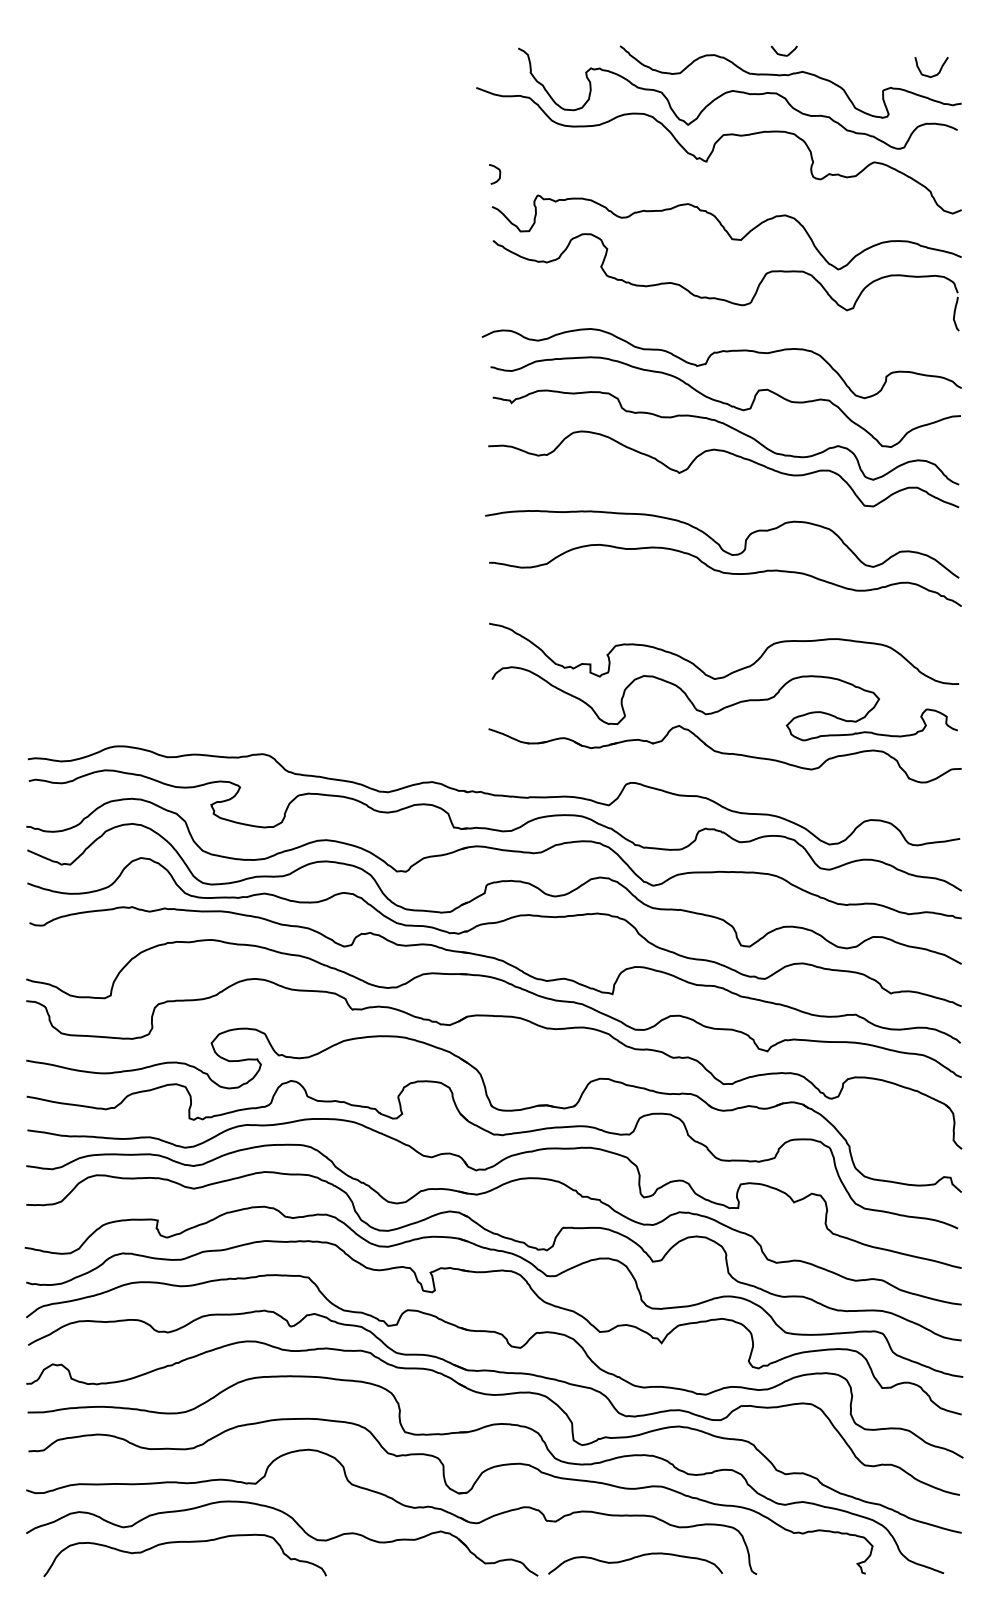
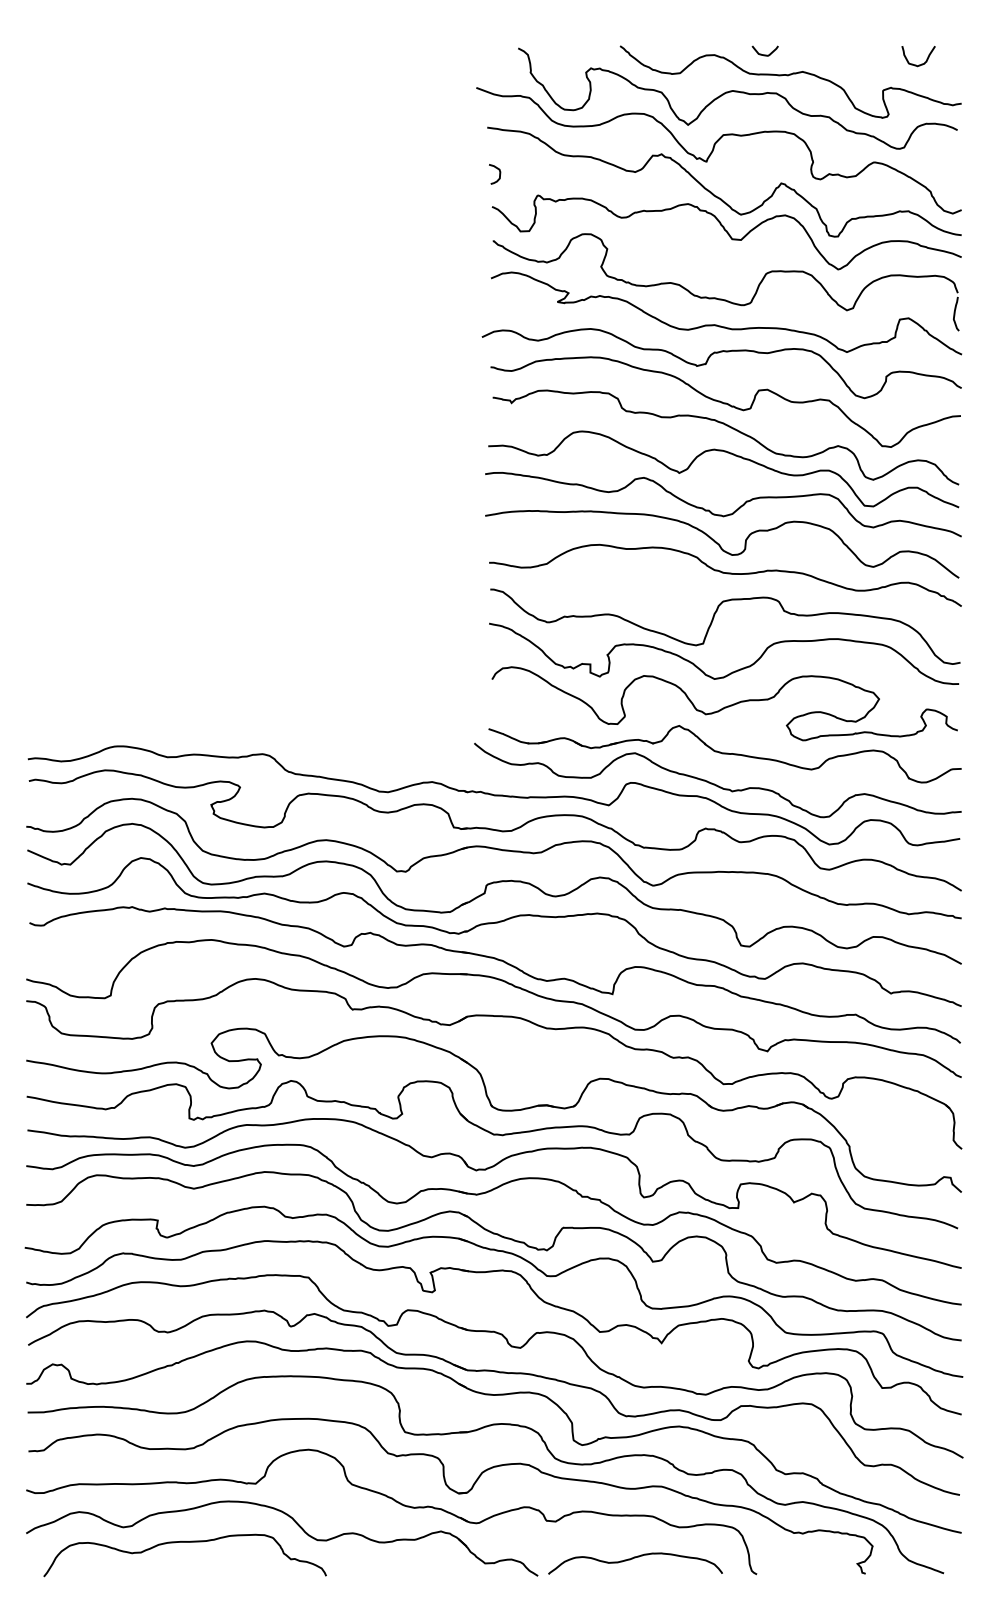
curve at (783, 54) position: (783, 54) -> (764, 54)
curve at (934, 74) position: (934, 74) -> (921, 63)
curve at (716, 195): none -> present
curve at (721, 325): none -> present
curve at (721, 514): none -> present
curve at (712, 623): none -> present
curve at (716, 784): none -> present
